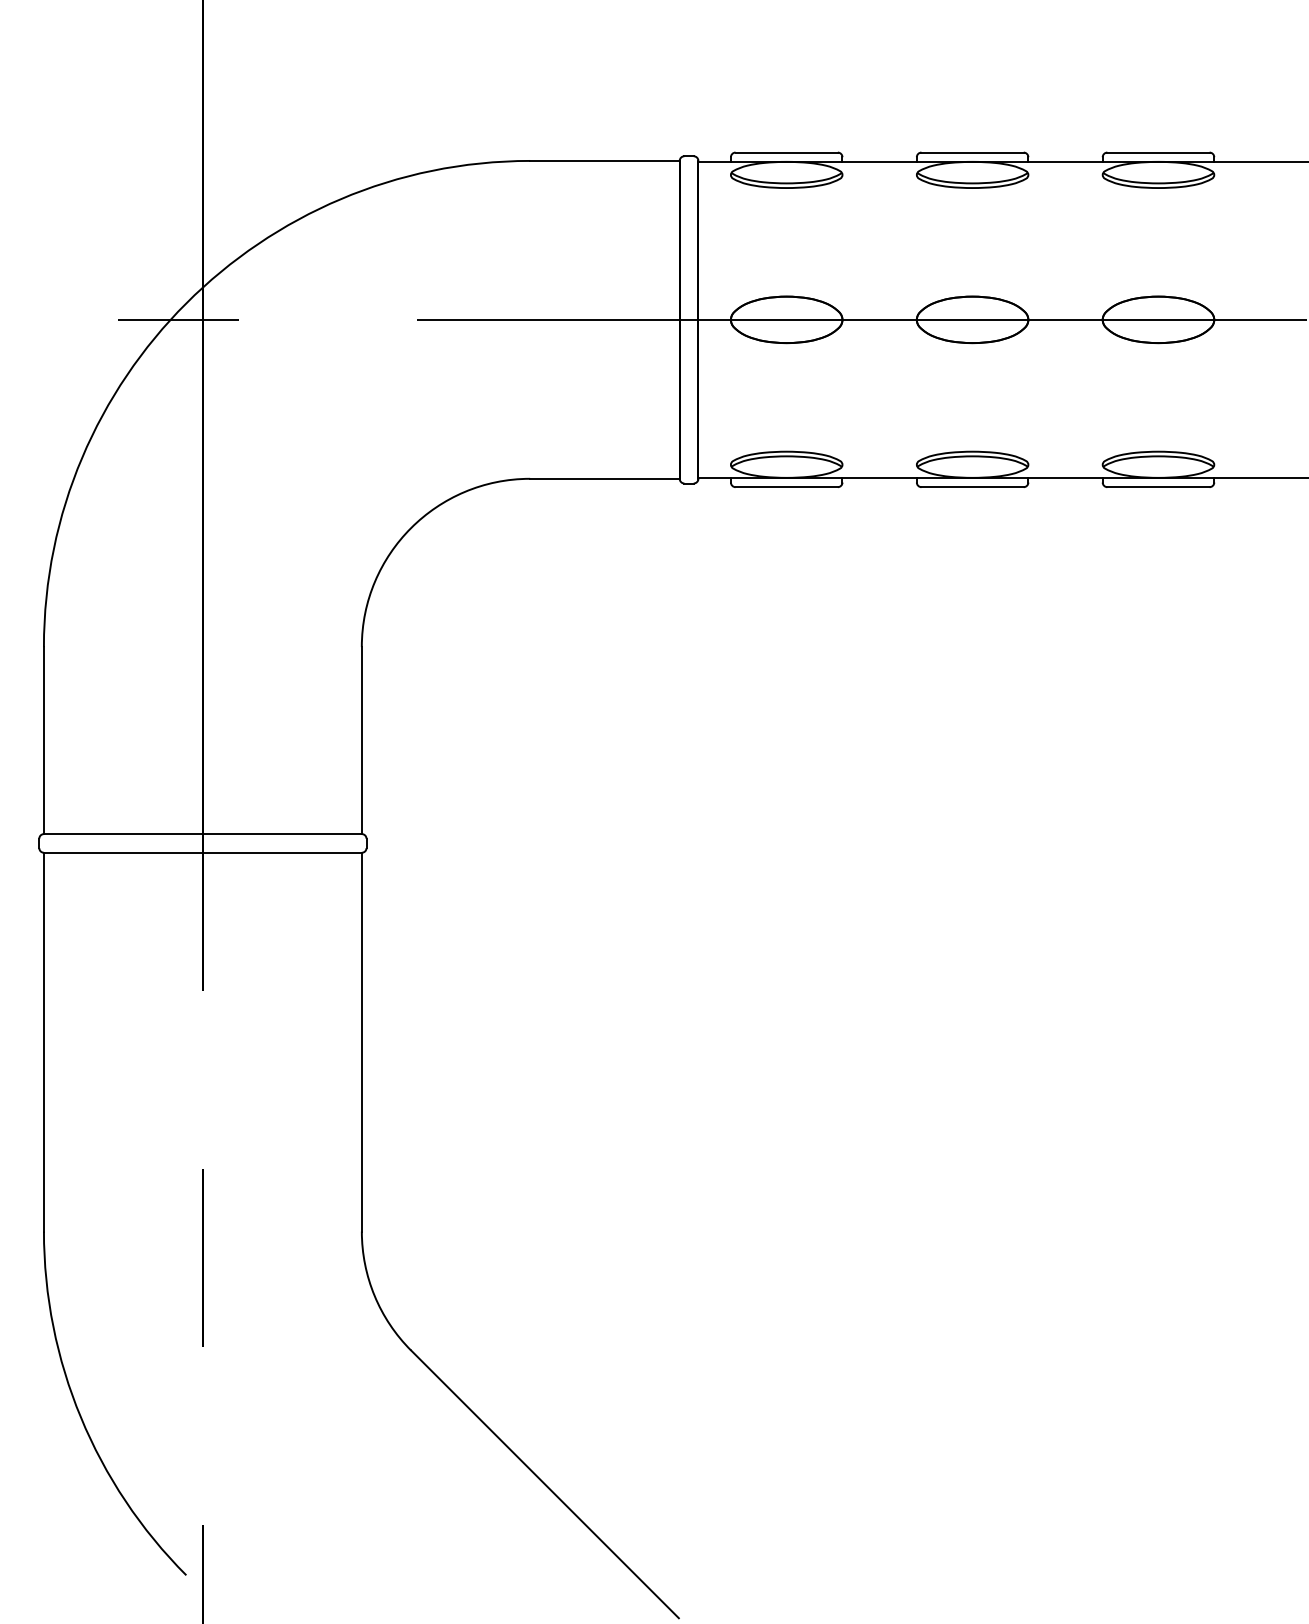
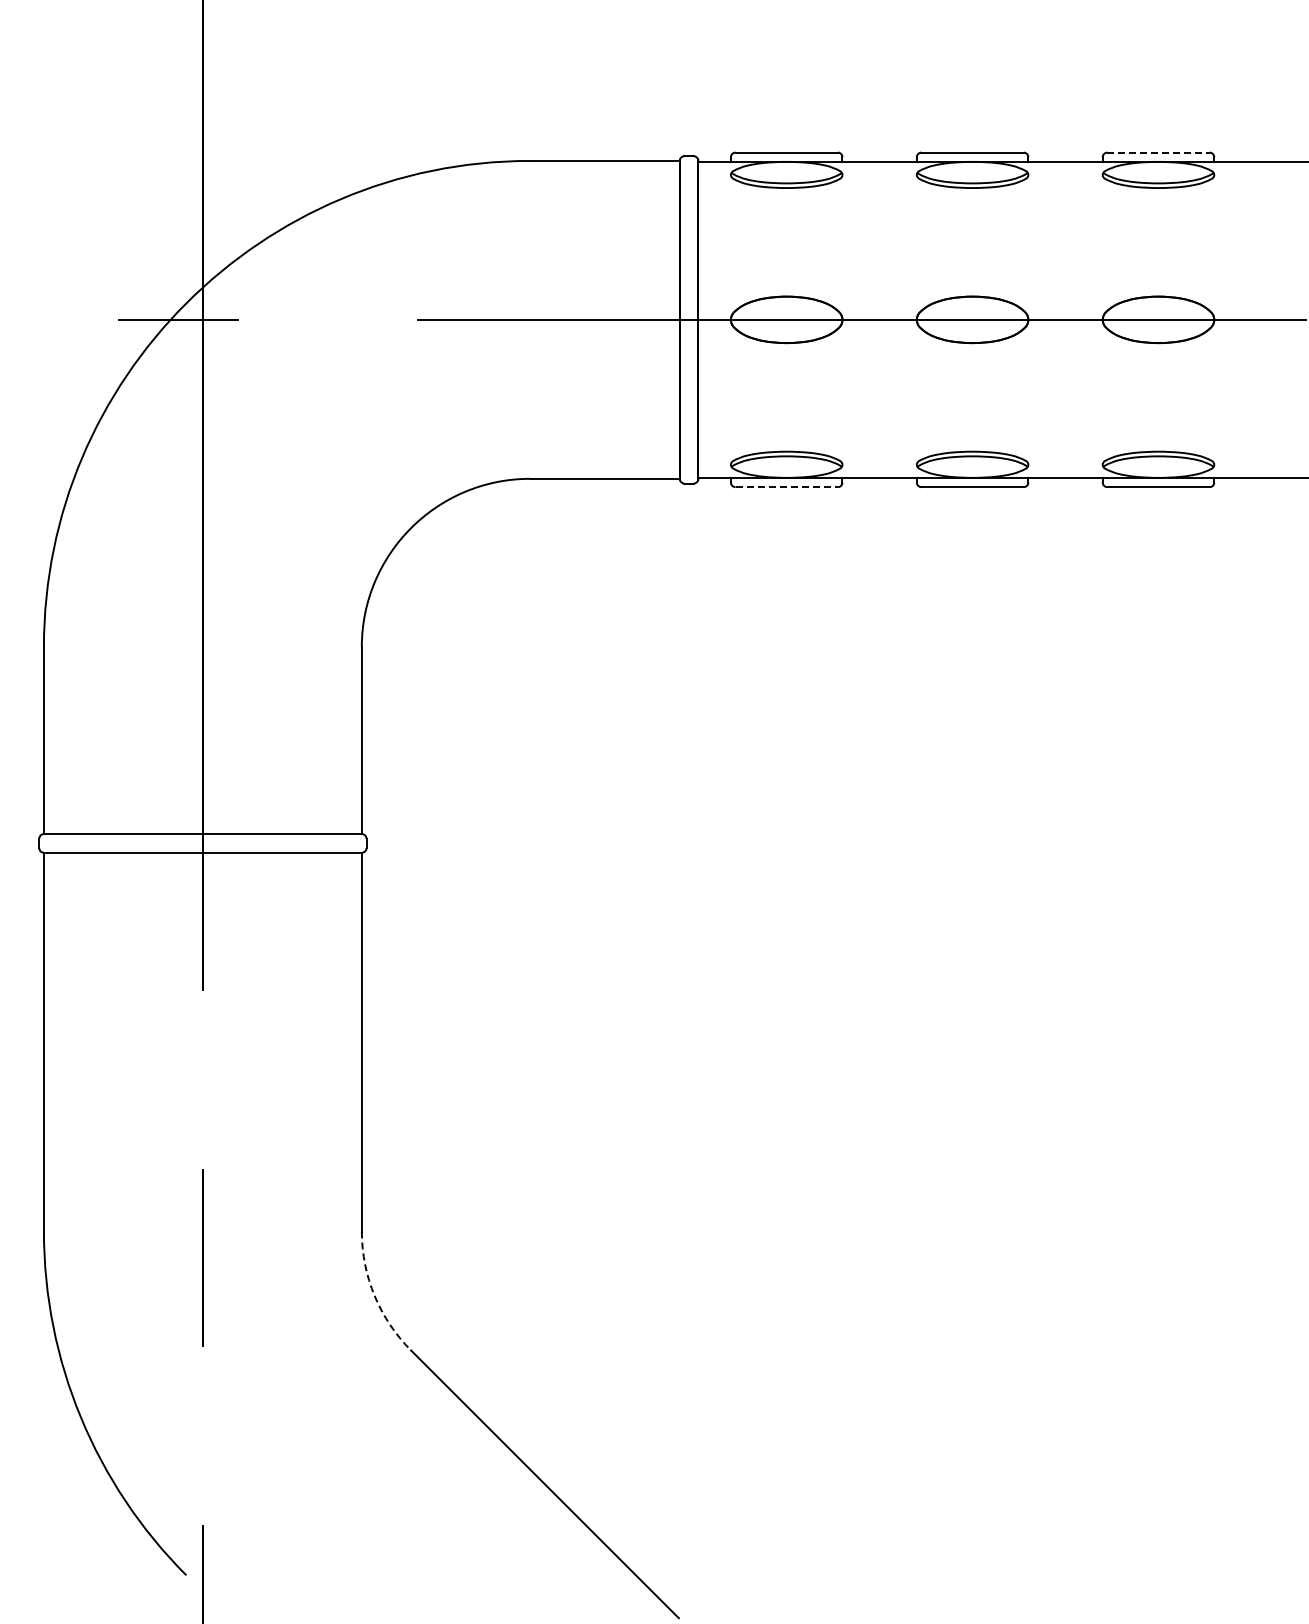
line at (1158, 152): solid -> dashed
line at (787, 487): solid -> dashed
arc at (374, 1295): solid -> dashed
